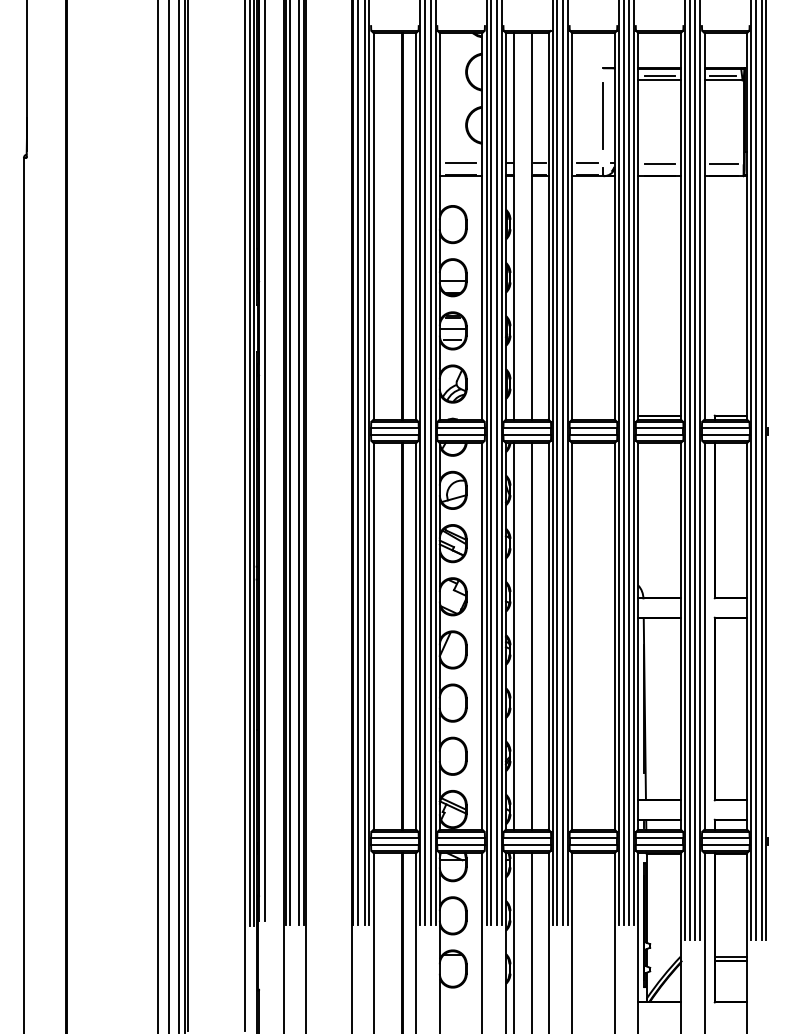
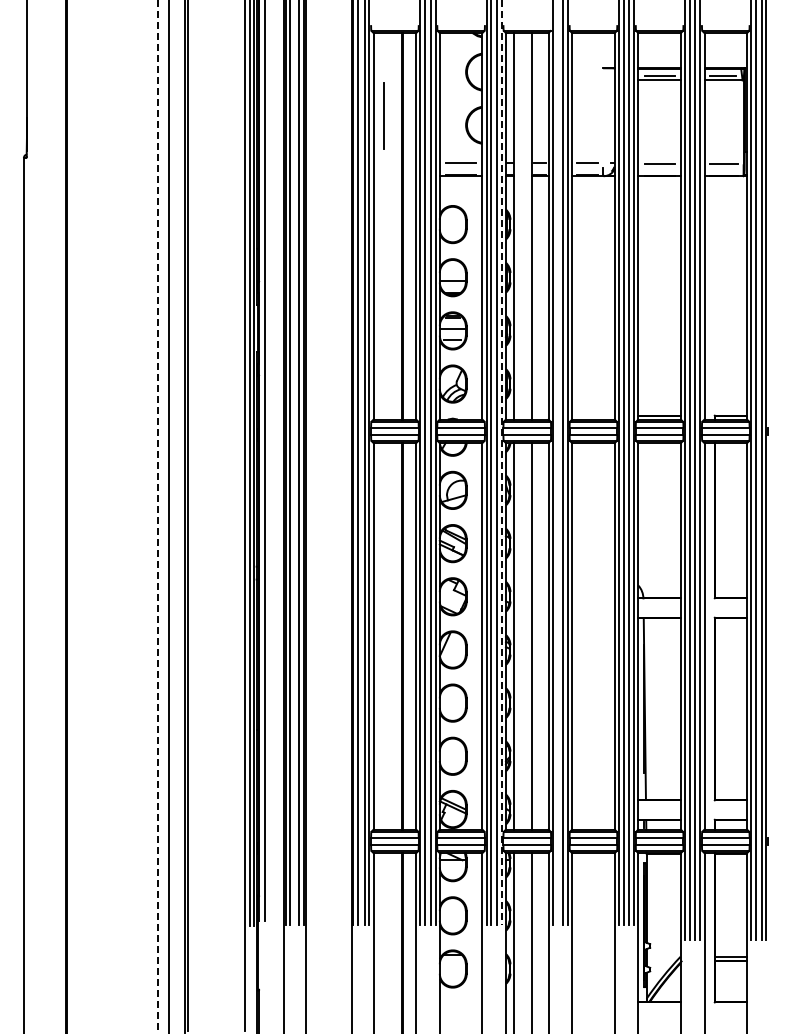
line at (602, 115) position: (602, 115) -> (383, 115)
line at (501, 462): solid -> dashed
line at (557, 463): present -> none
line at (158, 516): solid -> dashed
line at (179, 516): present -> none
